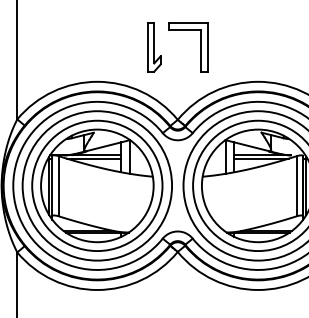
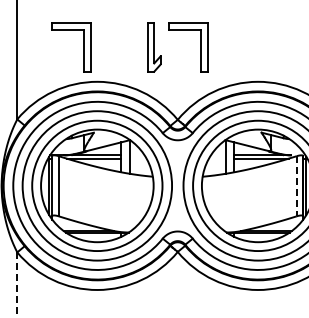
part at (83, 47): none -> present
line at (296, 186): solid -> dashed
line at (17, 285): solid -> dashed
